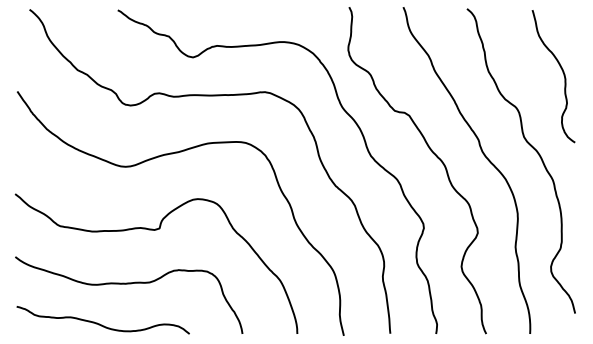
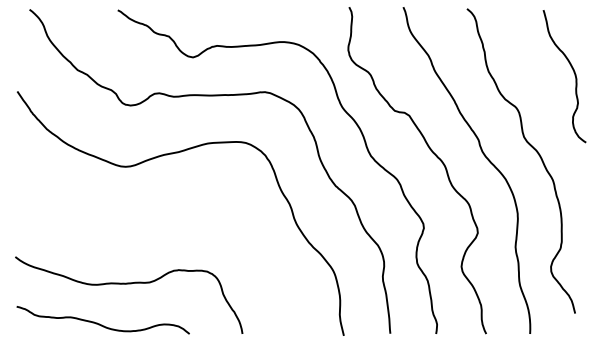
curve at (562, 72) position: (562, 72) -> (573, 72)
curve at (156, 230): present -> none
